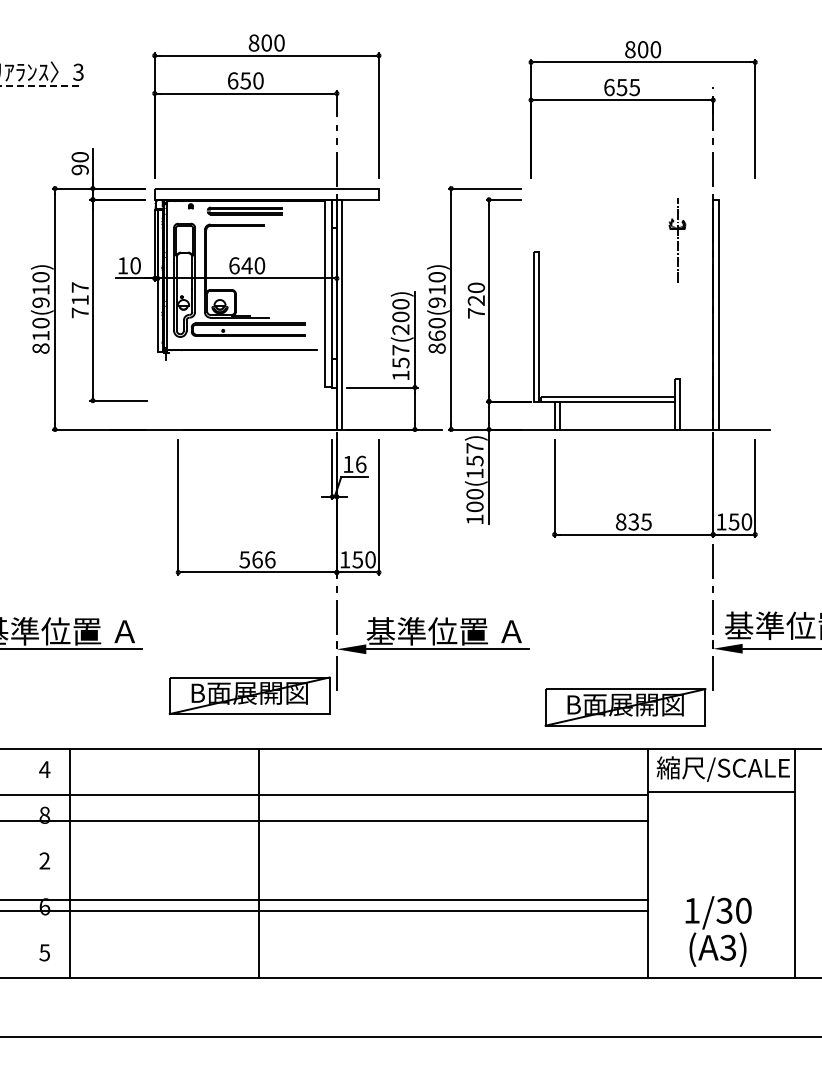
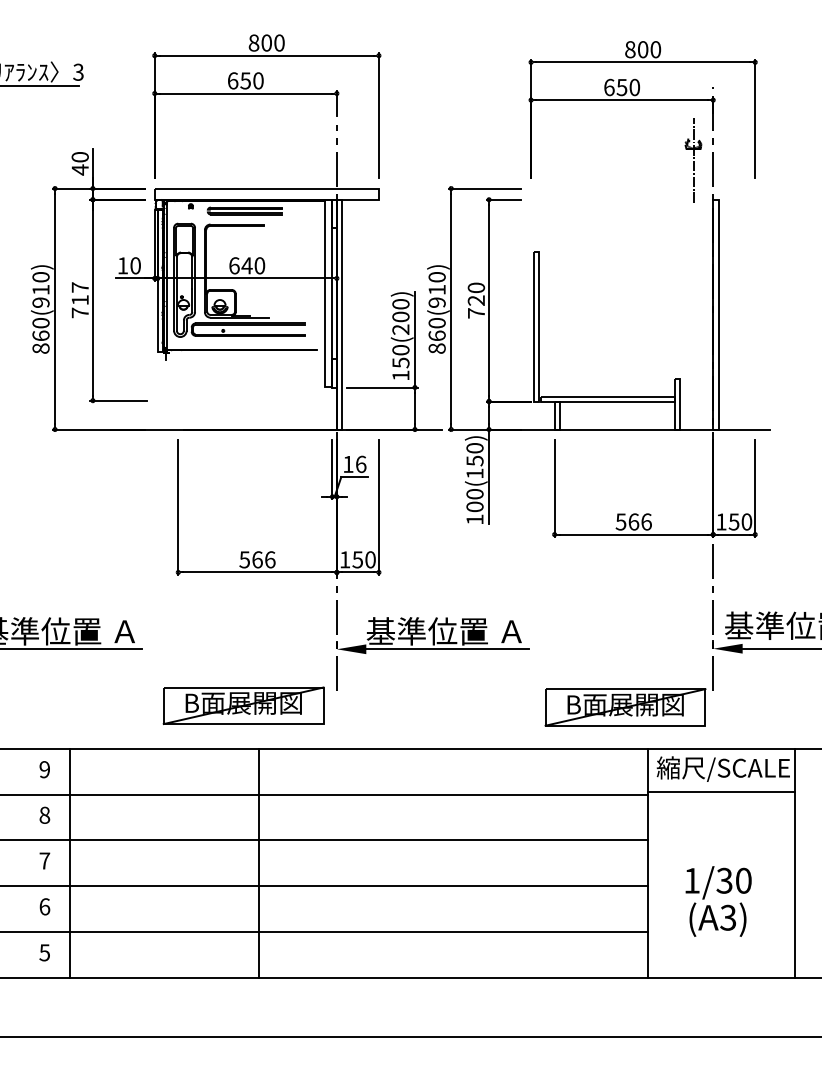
line at (39, 86): dashed -> solid
text at (634, 87): 655 -> 650
text at (79, 169): 90 -> 40
part at (677, 240) position: (677, 240) -> (693, 160)
text at (40, 335): 810(910) -> 860(910)
text at (400, 350): 157(200) -> 150(200)
text at (474, 448): 100(157) -> 100(150)
text at (633, 521): 835 -> 566
part at (249, 695) position: (249, 695) -> (243, 705)
text at (44, 769): 4 -> 9
line at (324, 821) position: (324, 821) -> (324, 840)
text at (44, 860): 2 -> 7
line at (324, 900) position: (324, 900) -> (324, 886)
line at (324, 911) position: (324, 911) -> (324, 932)
text at (718, 931) position: (718, 931) -> (718, 901)
